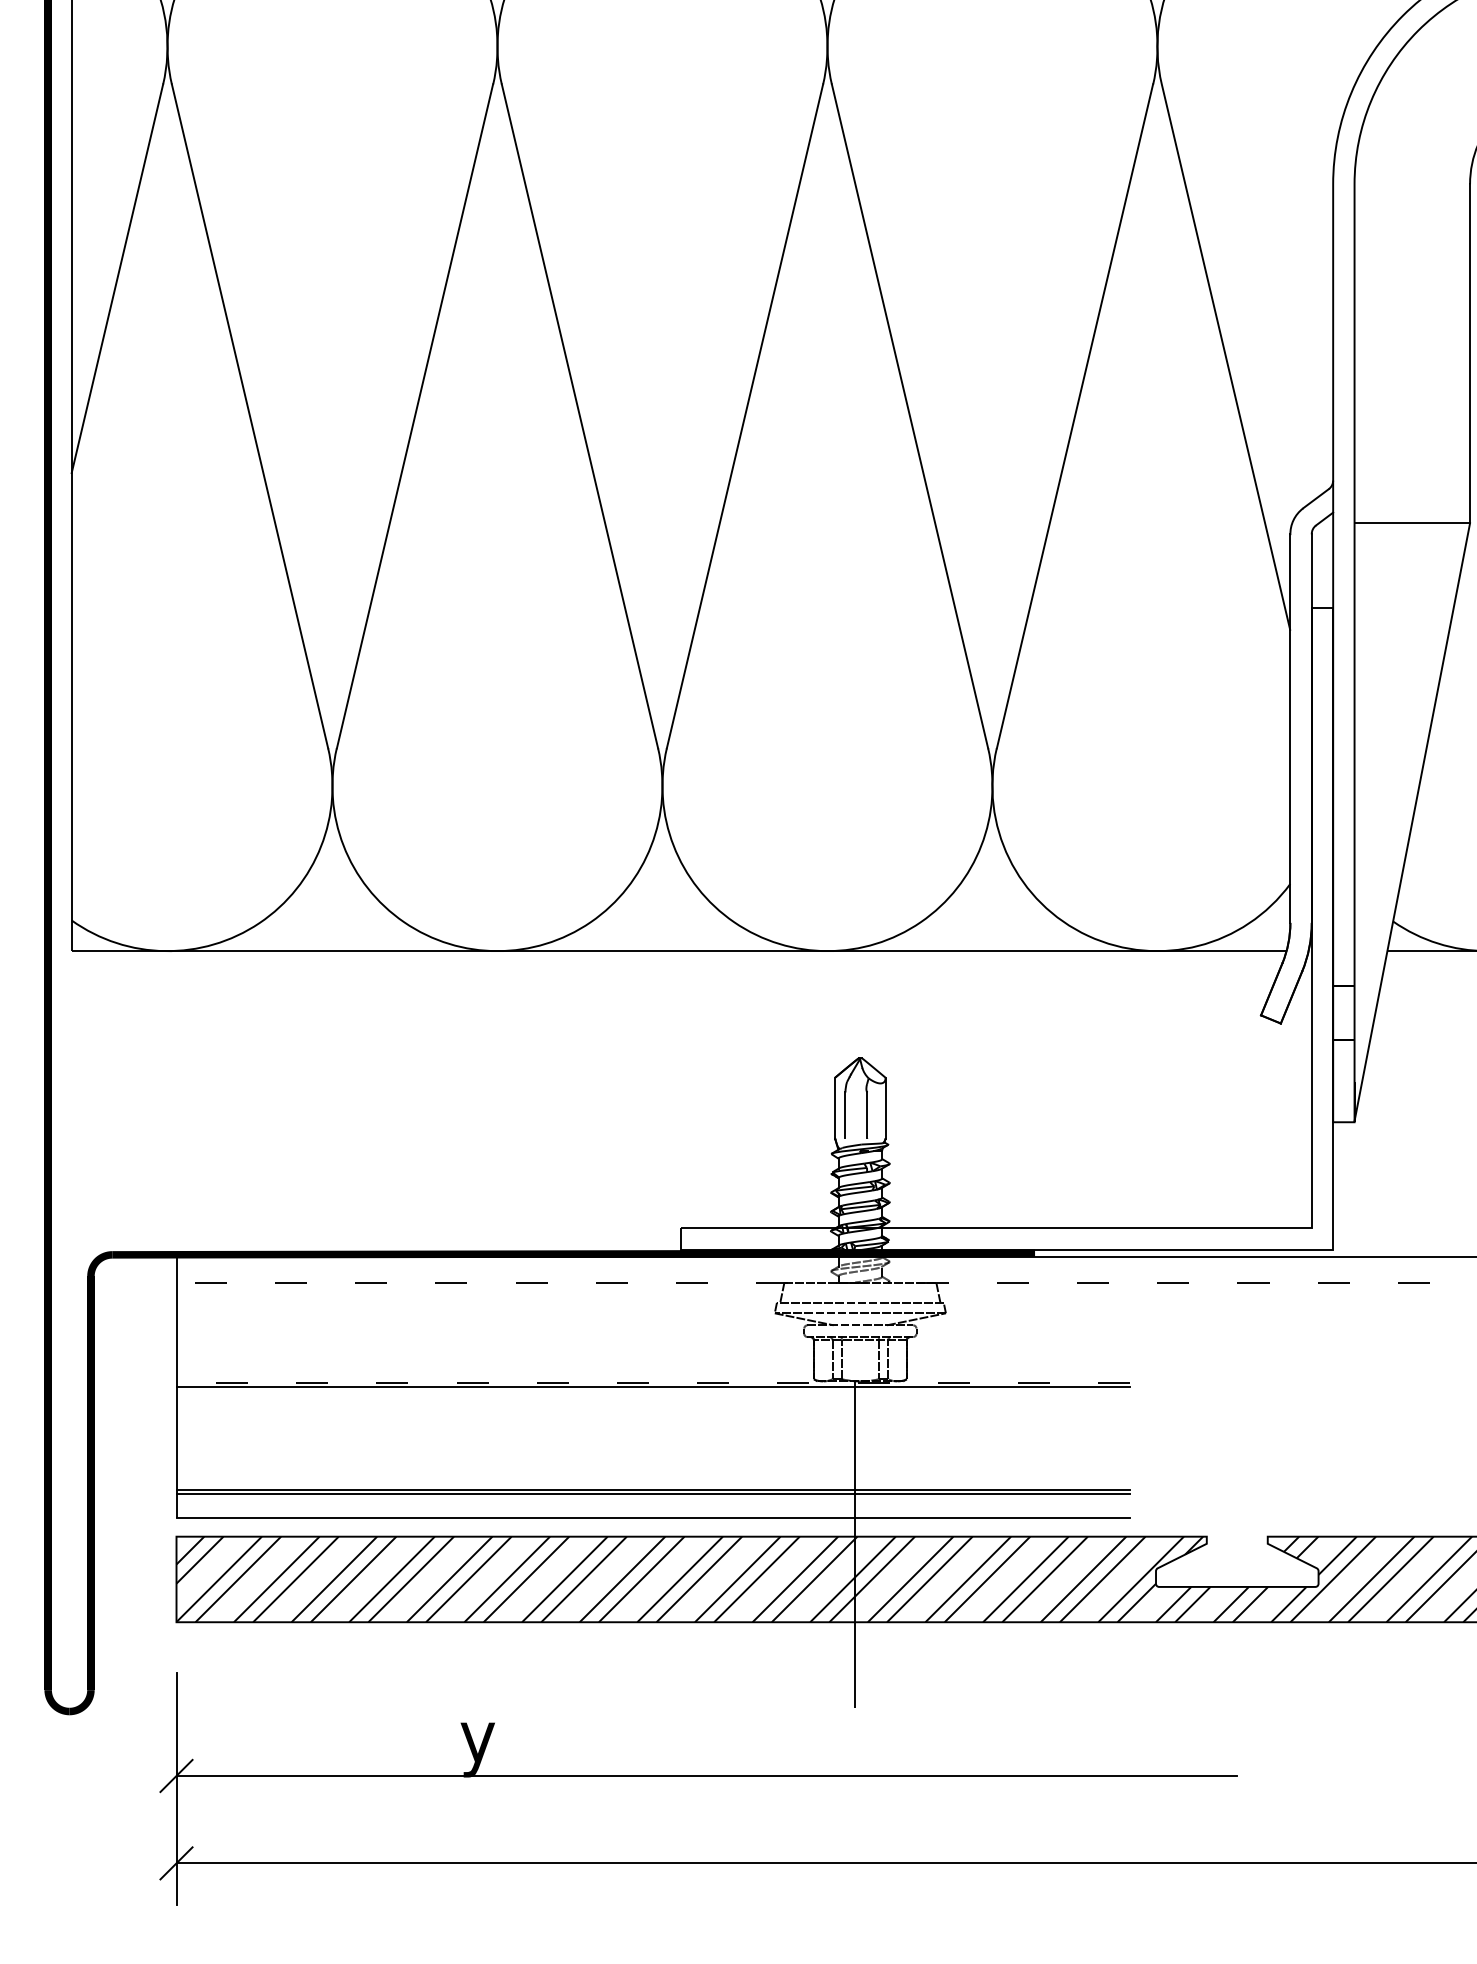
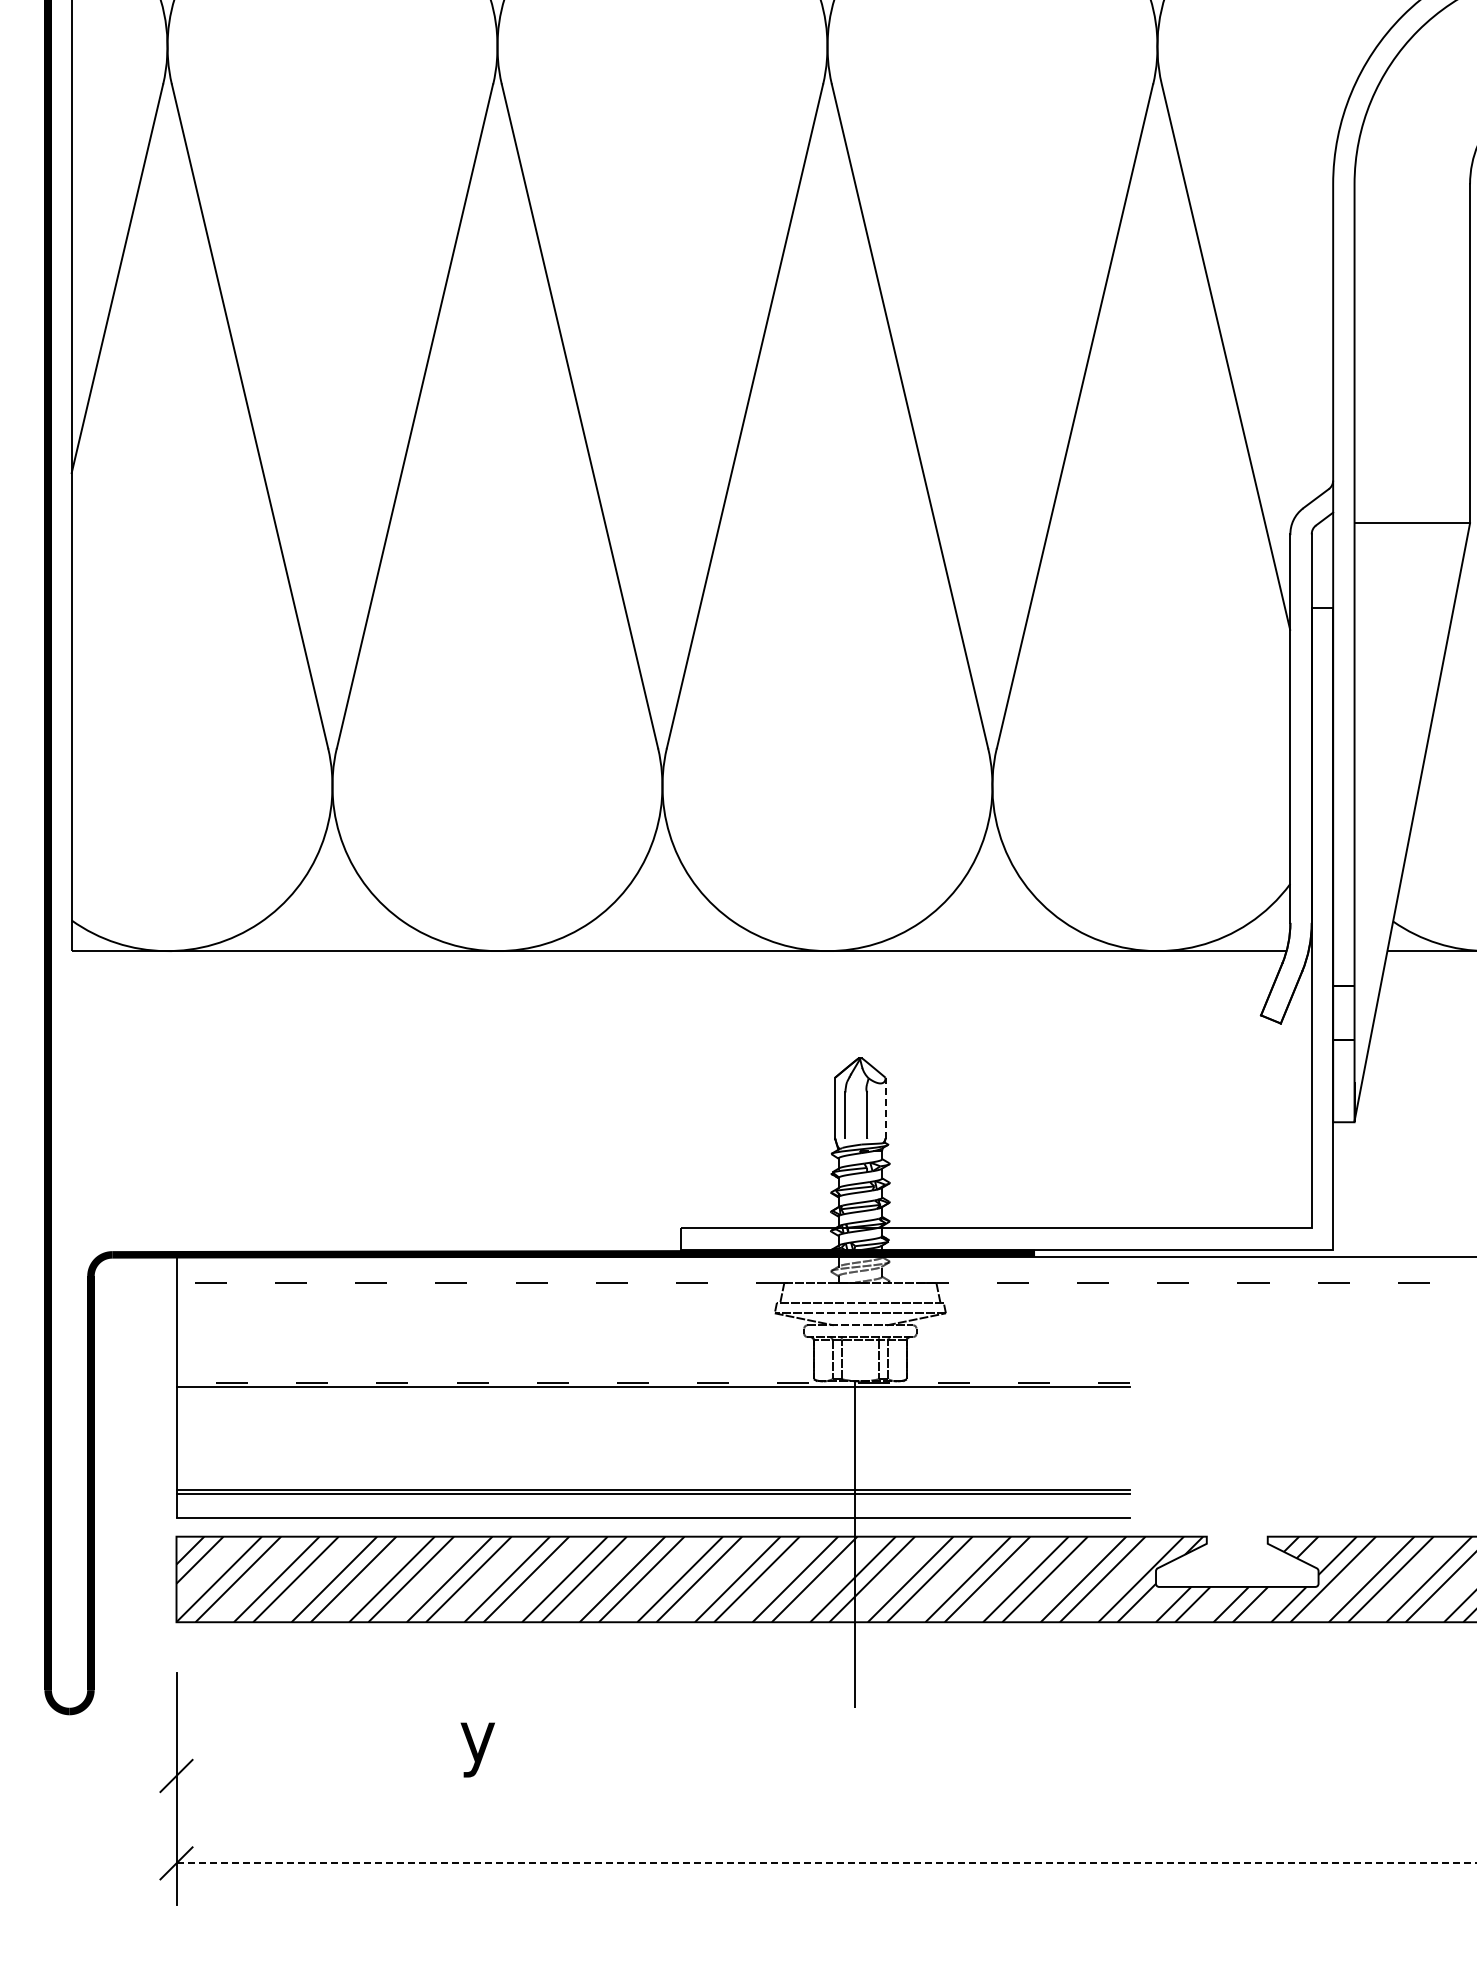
line at (885, 1107): solid -> dashed
line at (706, 1775): present -> none
line at (826, 1863): solid -> dashed
